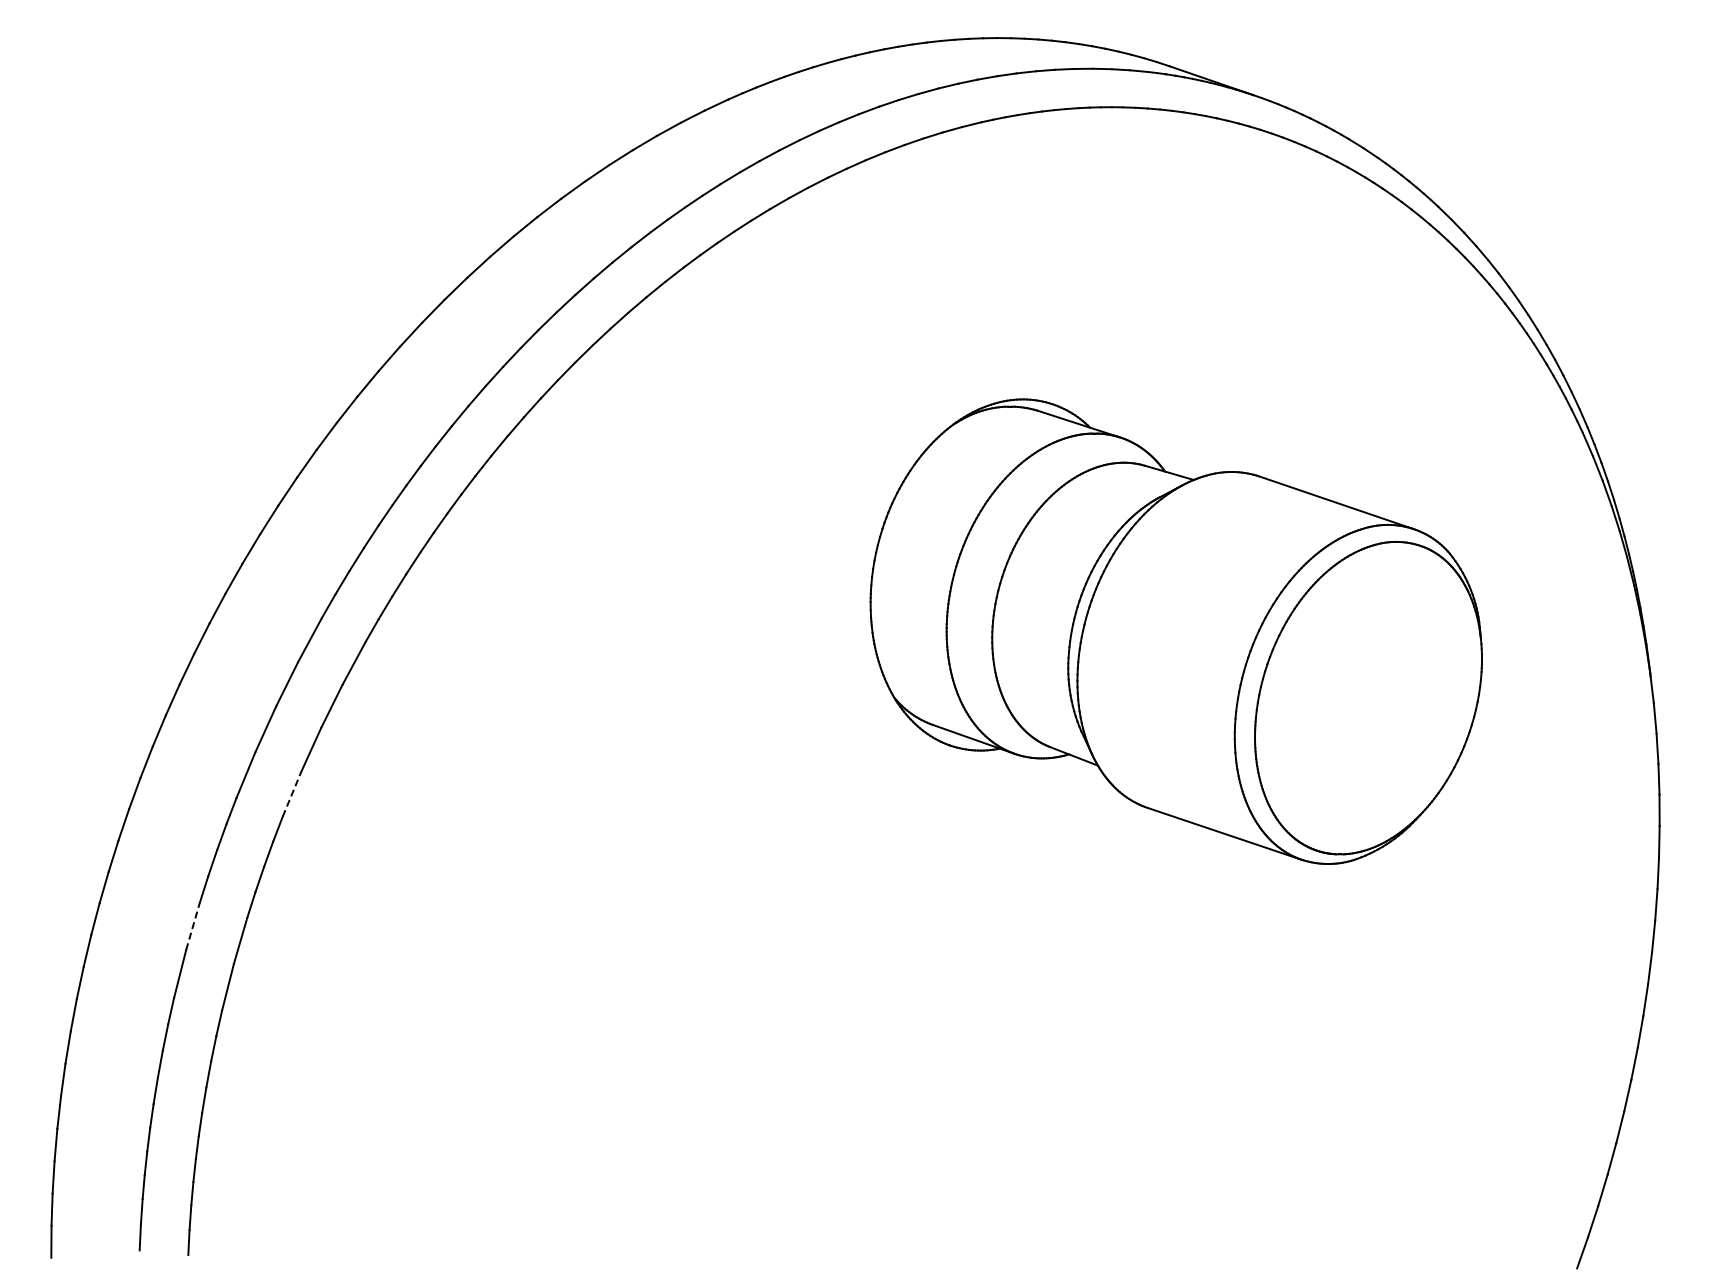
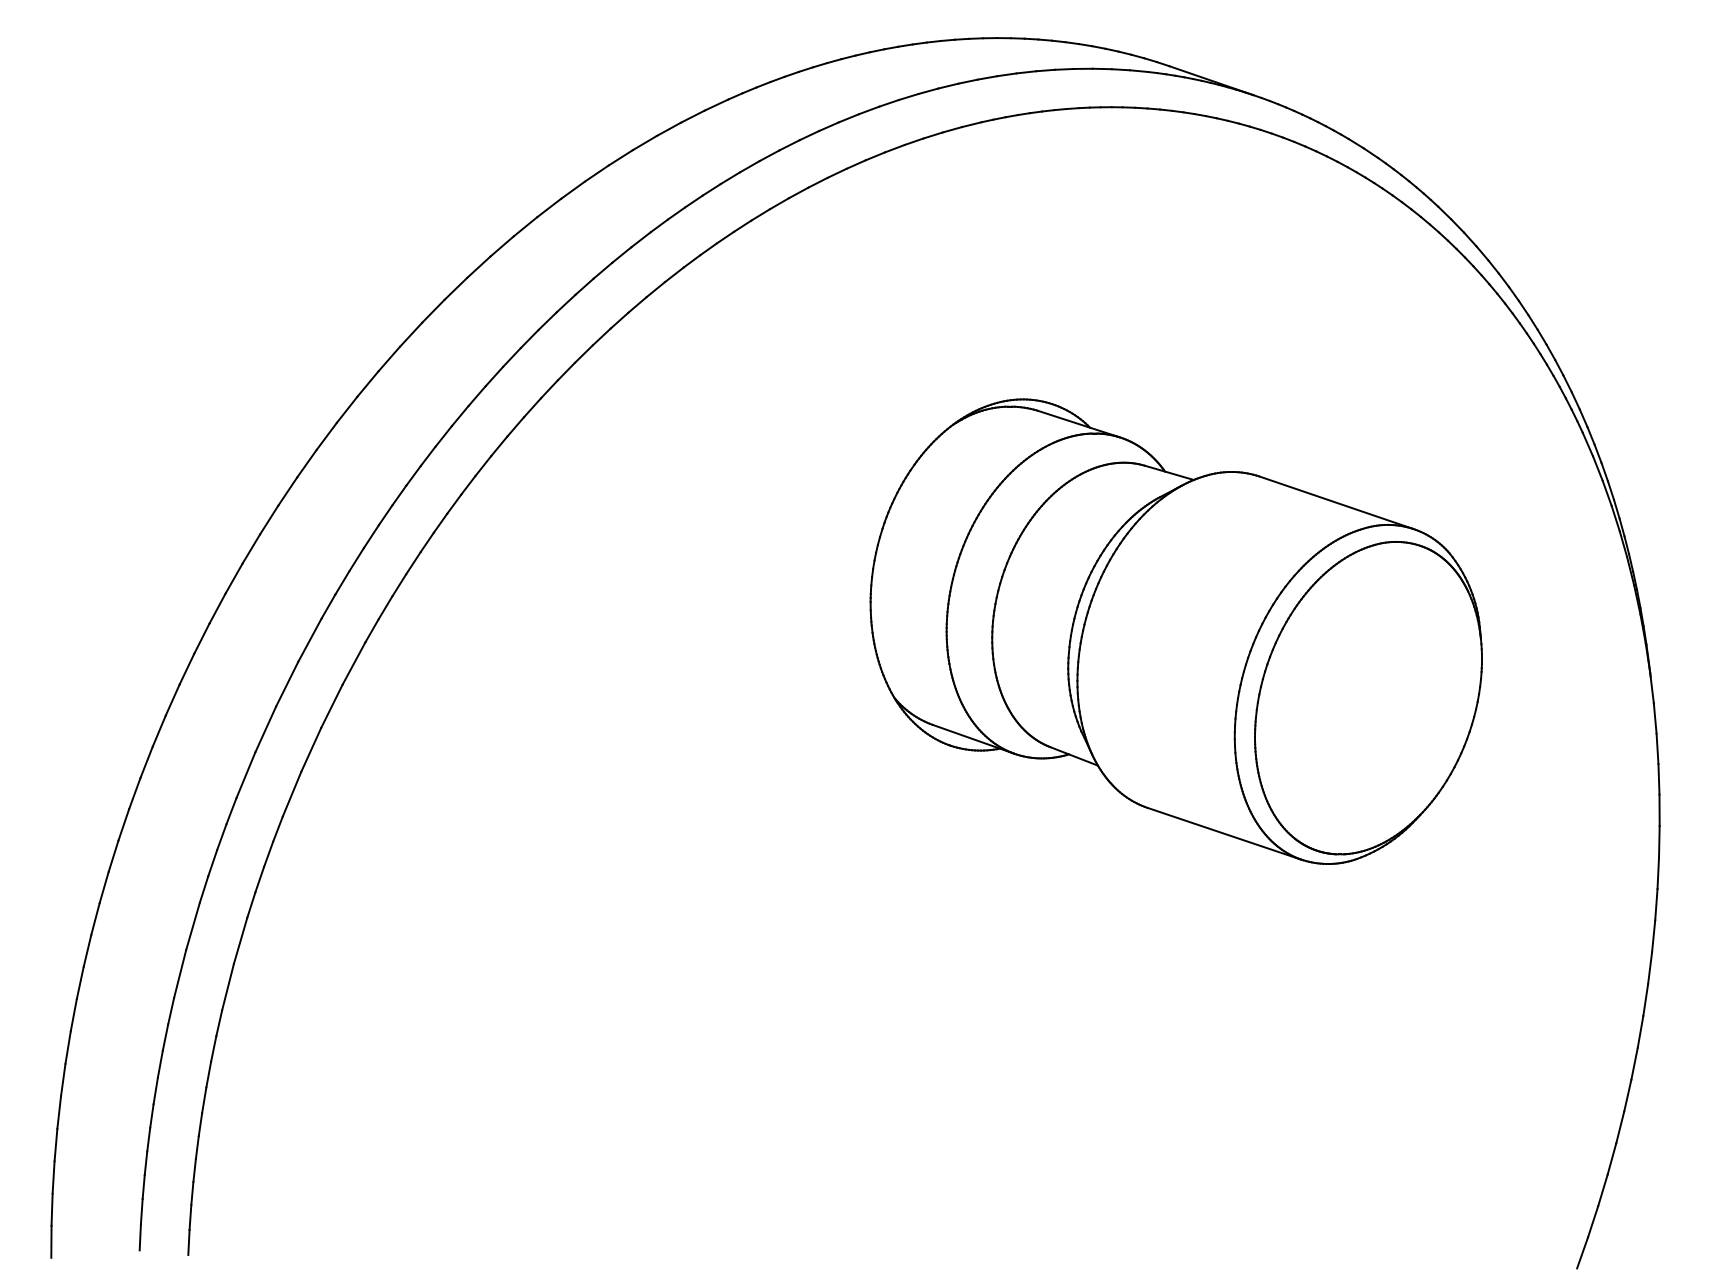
line at (292, 793): dashed -> solid
line at (193, 926): dashed -> solid
